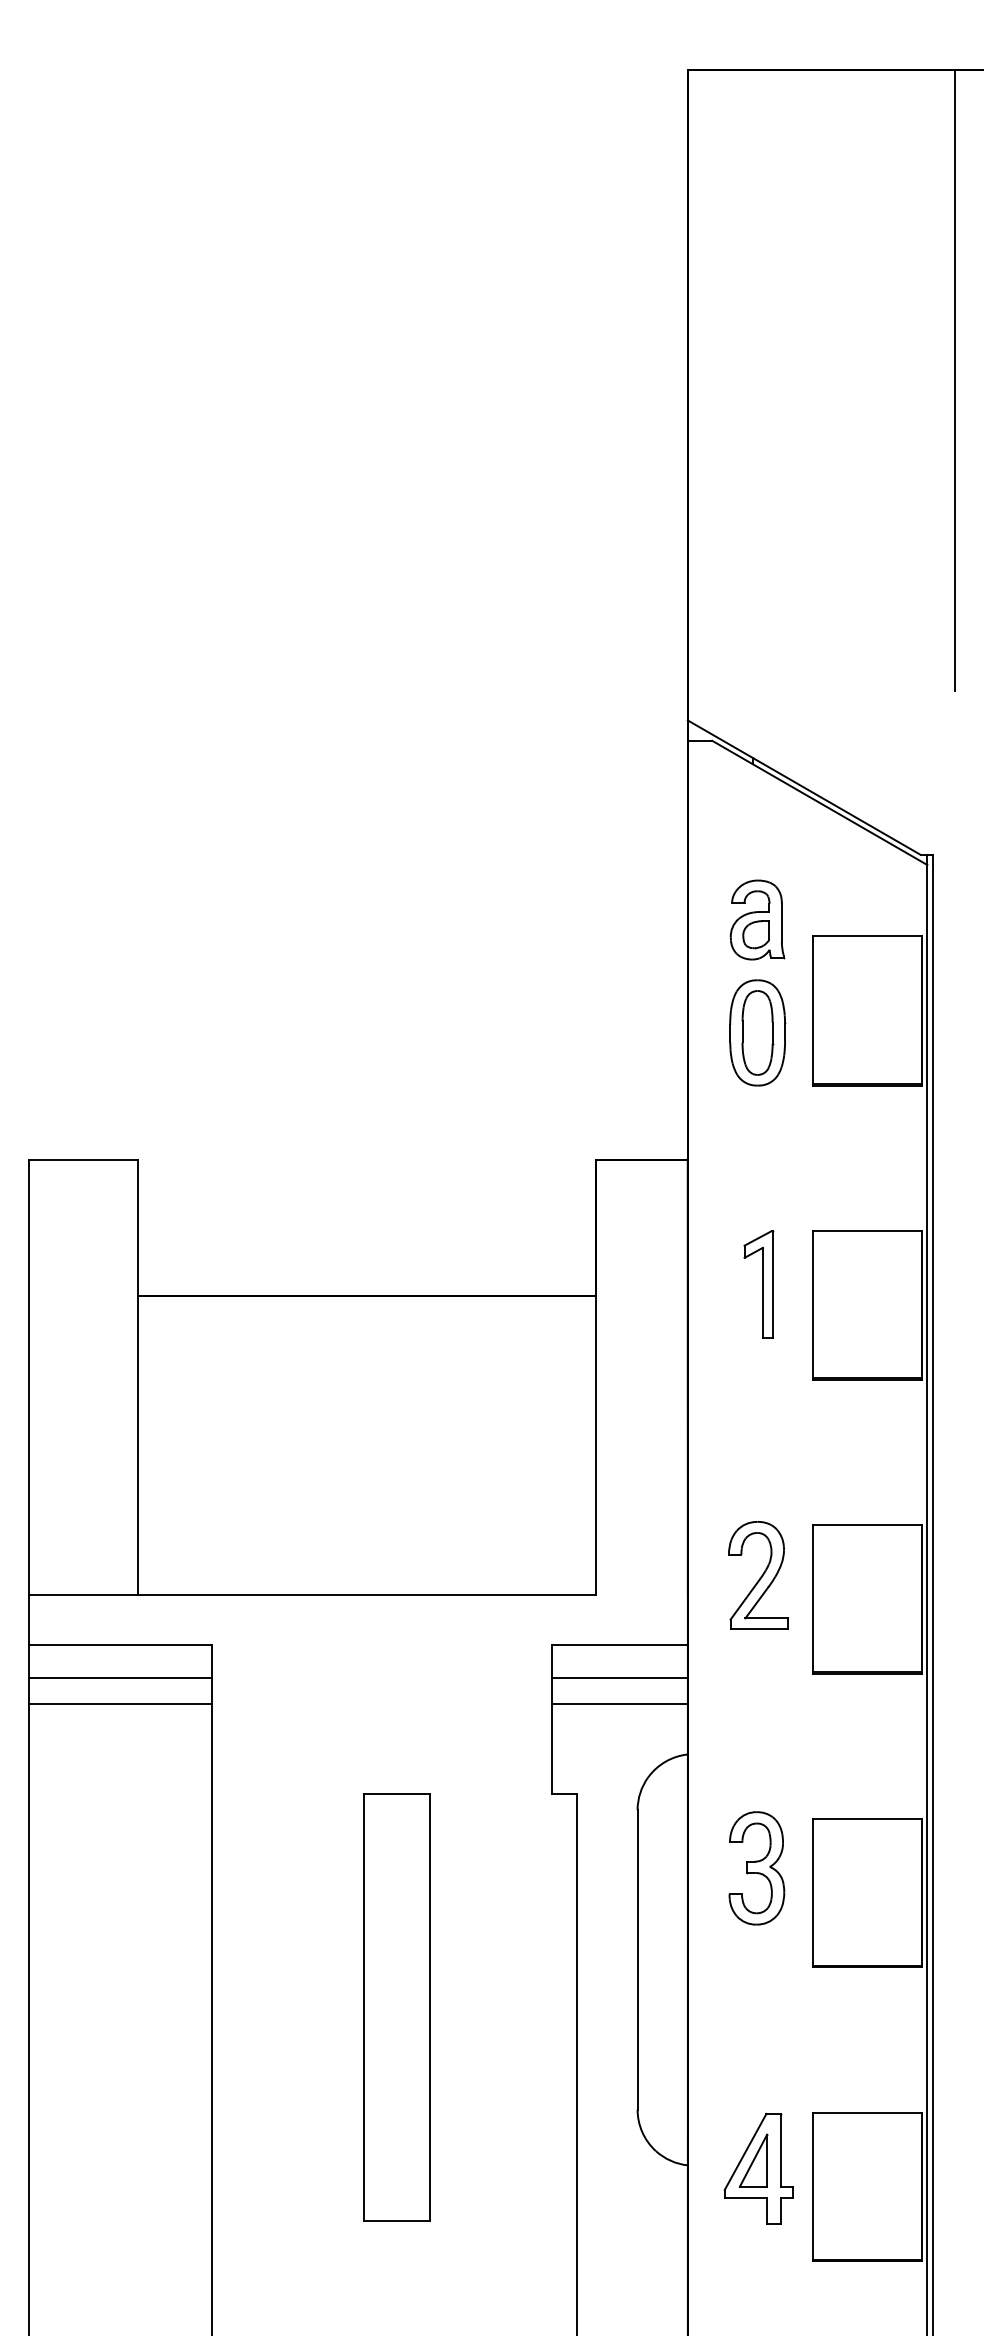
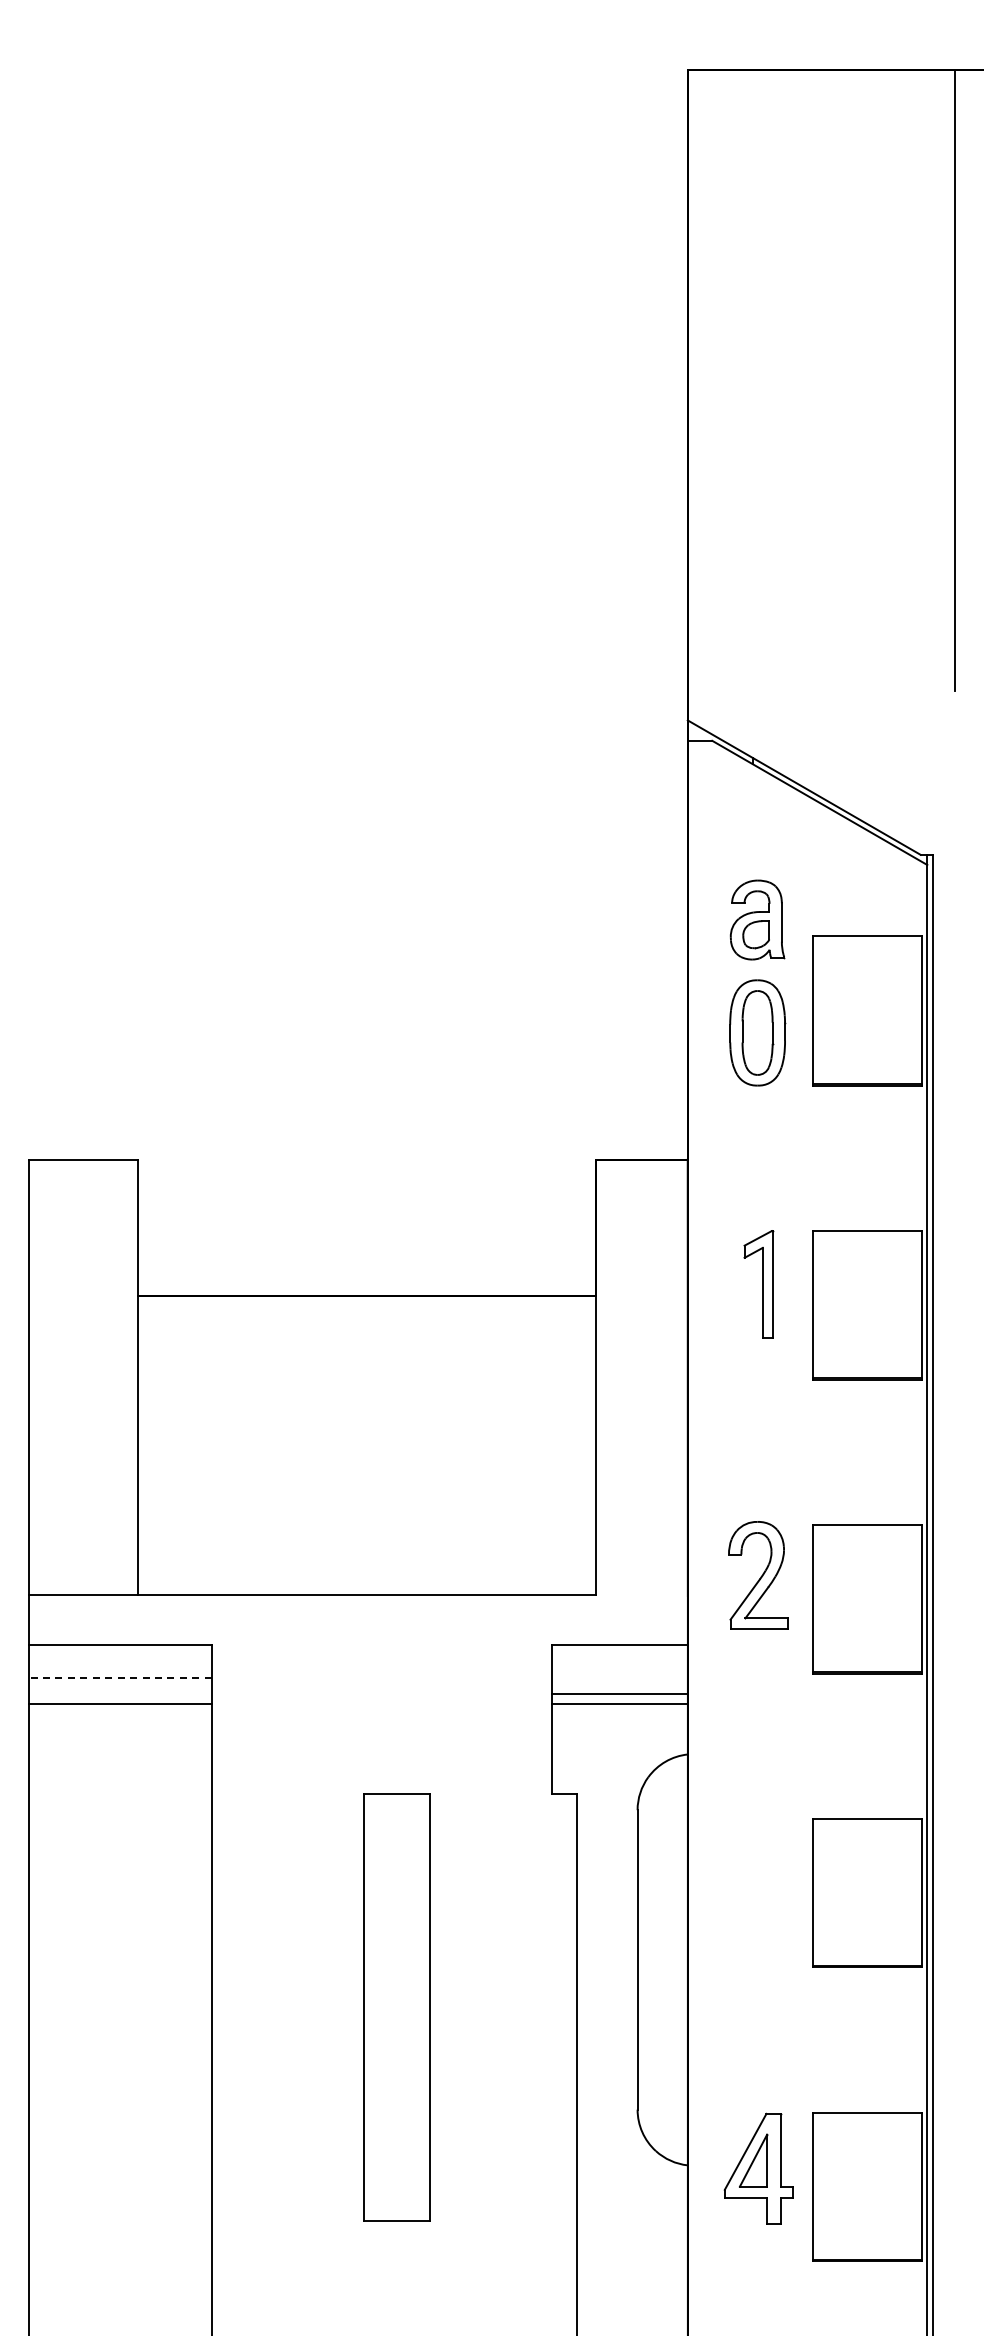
line at (120, 1677): solid -> dashed
line at (619, 1677) position: (619, 1677) -> (619, 1693)
part at (756, 1868): present -> none
